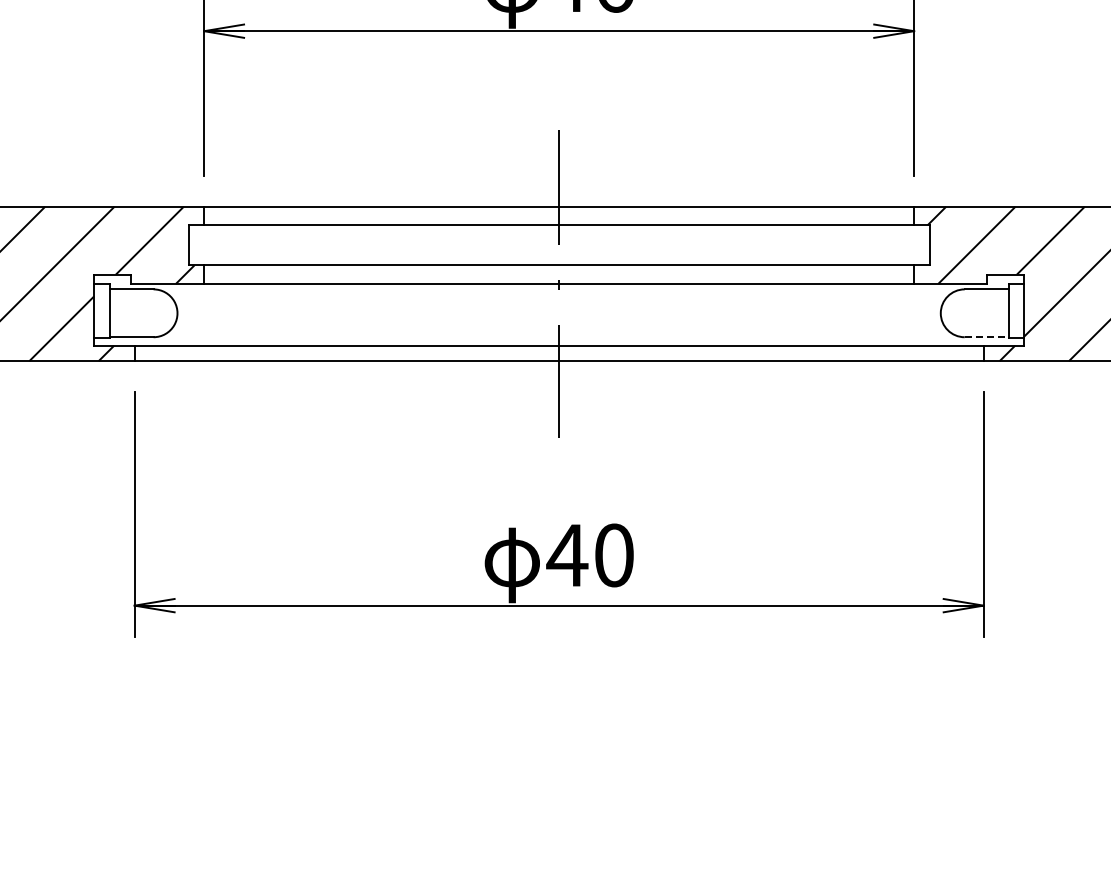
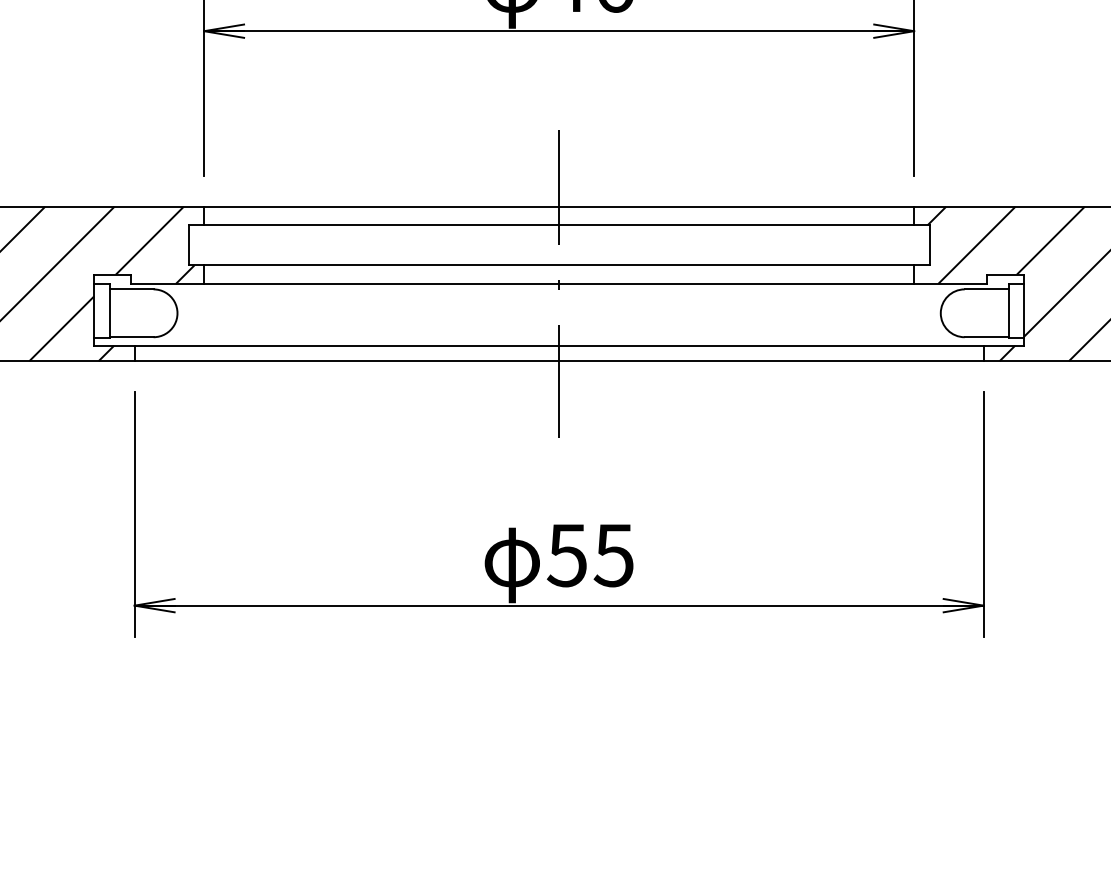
line at (986, 337): dashed -> solid
text at (589, 555): 40 -> 55
